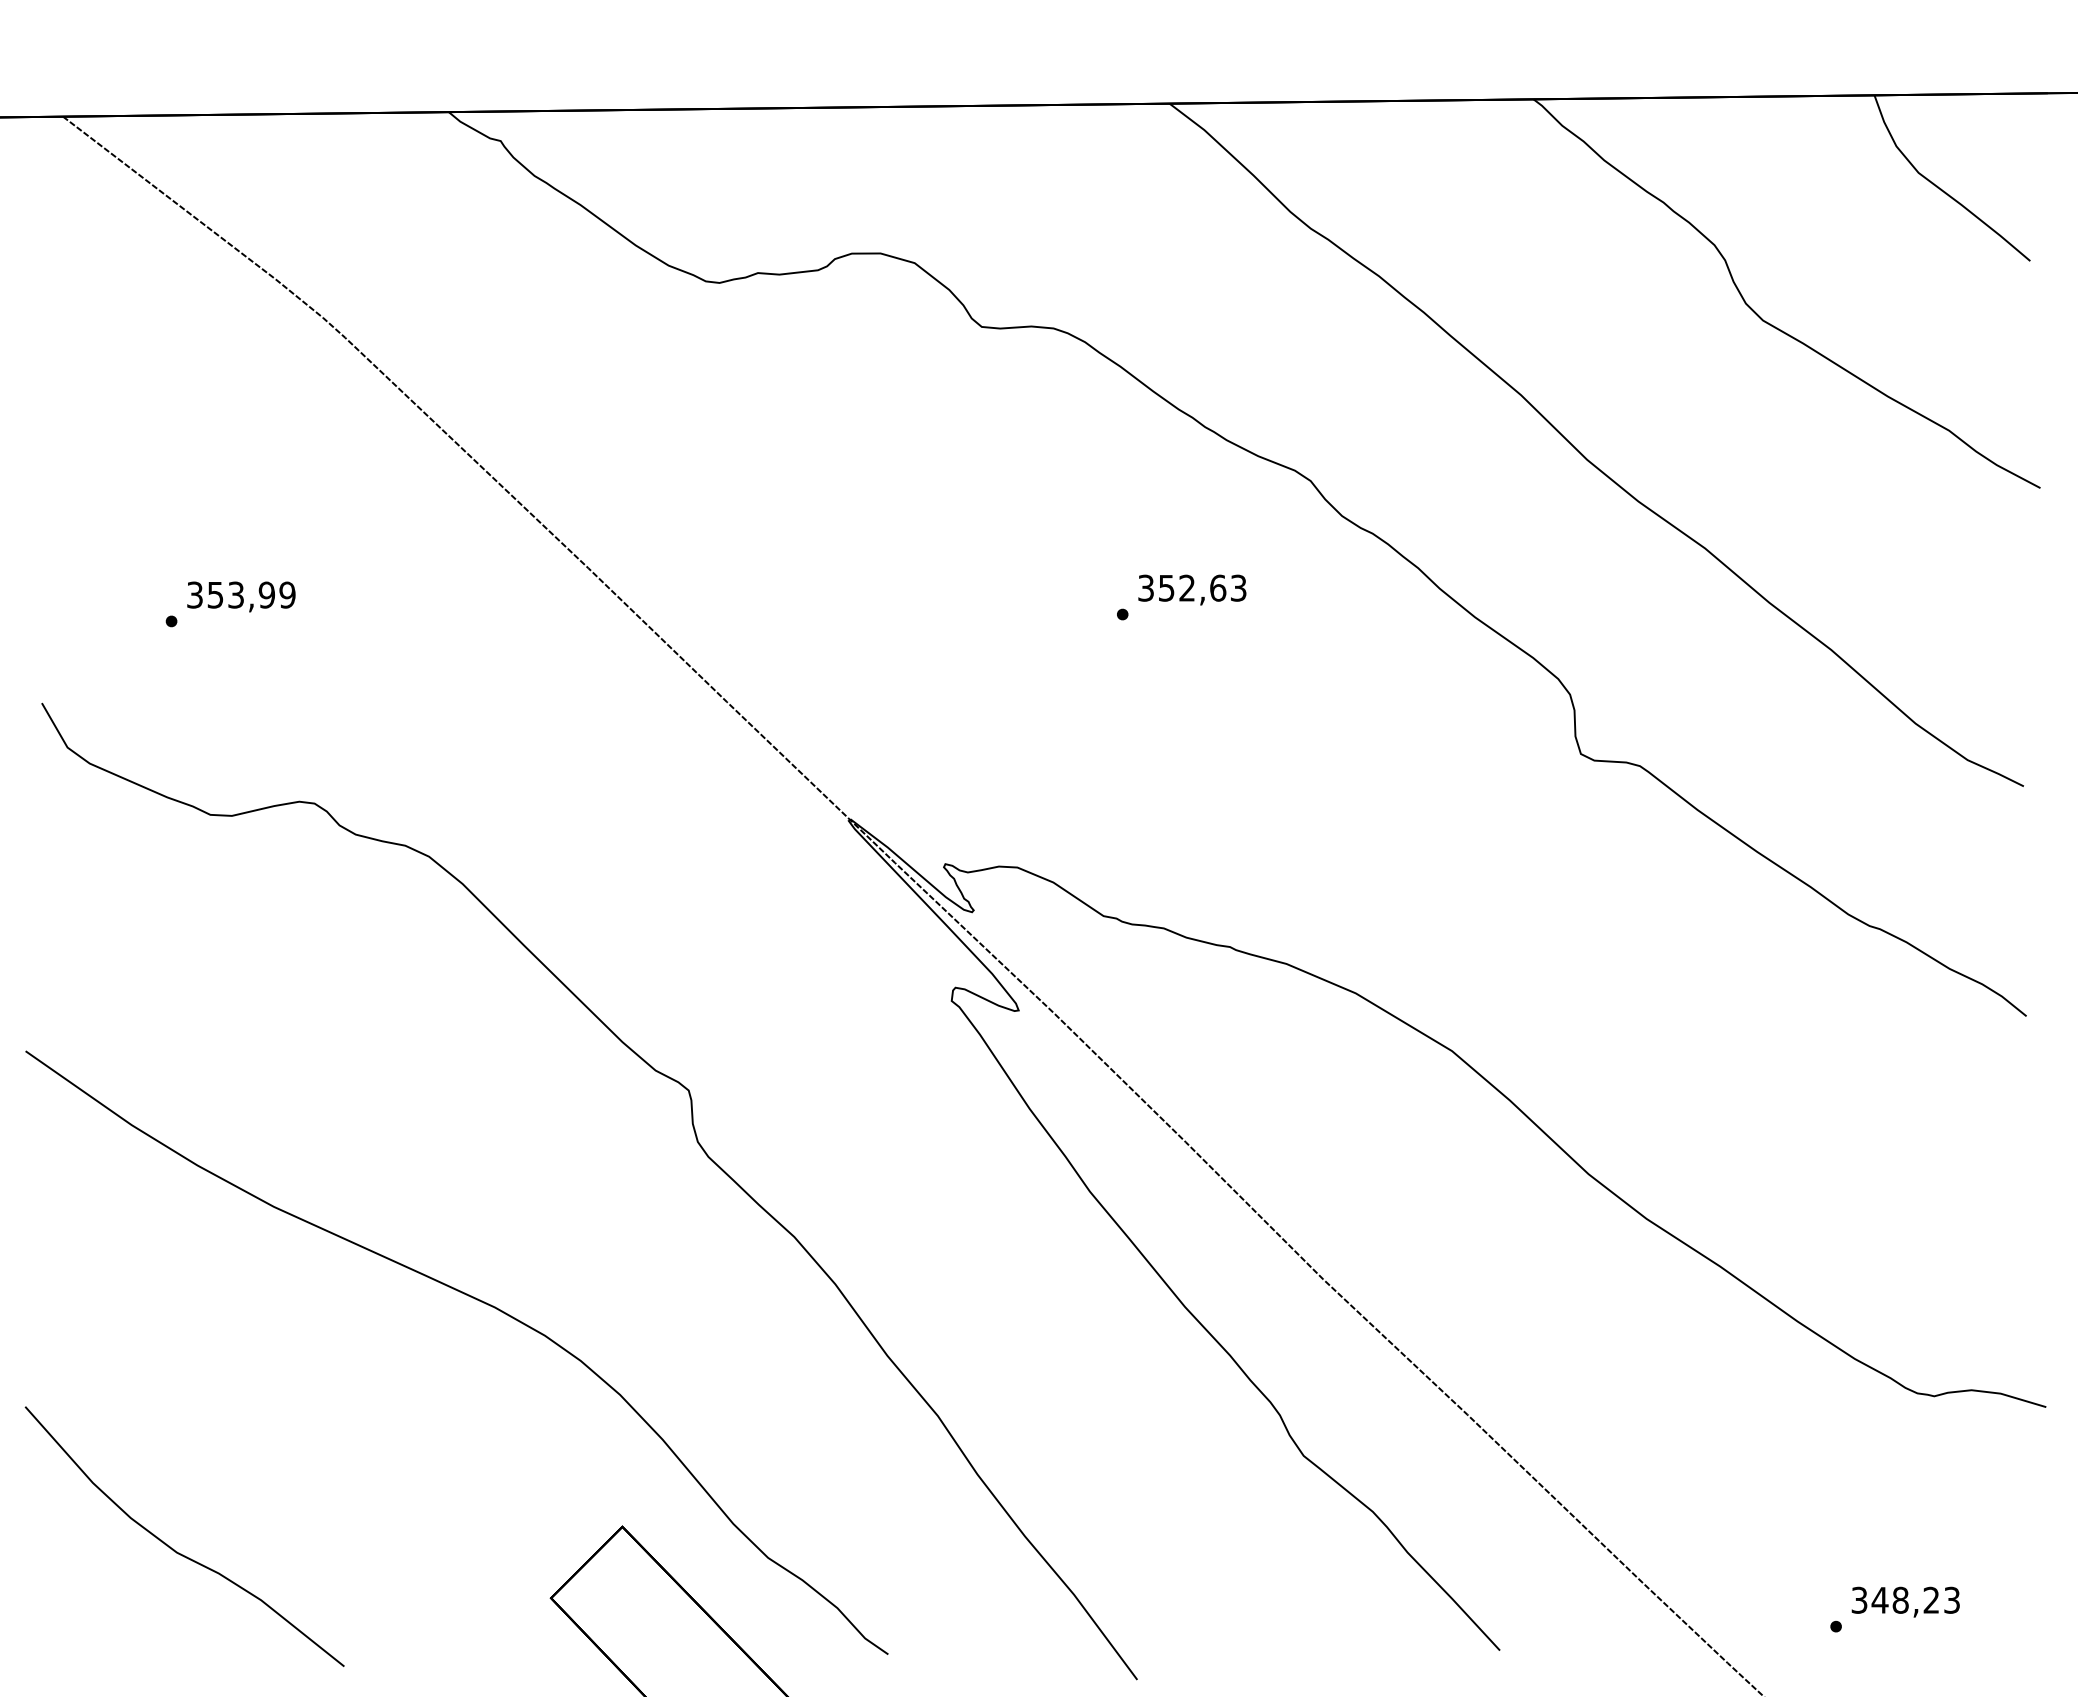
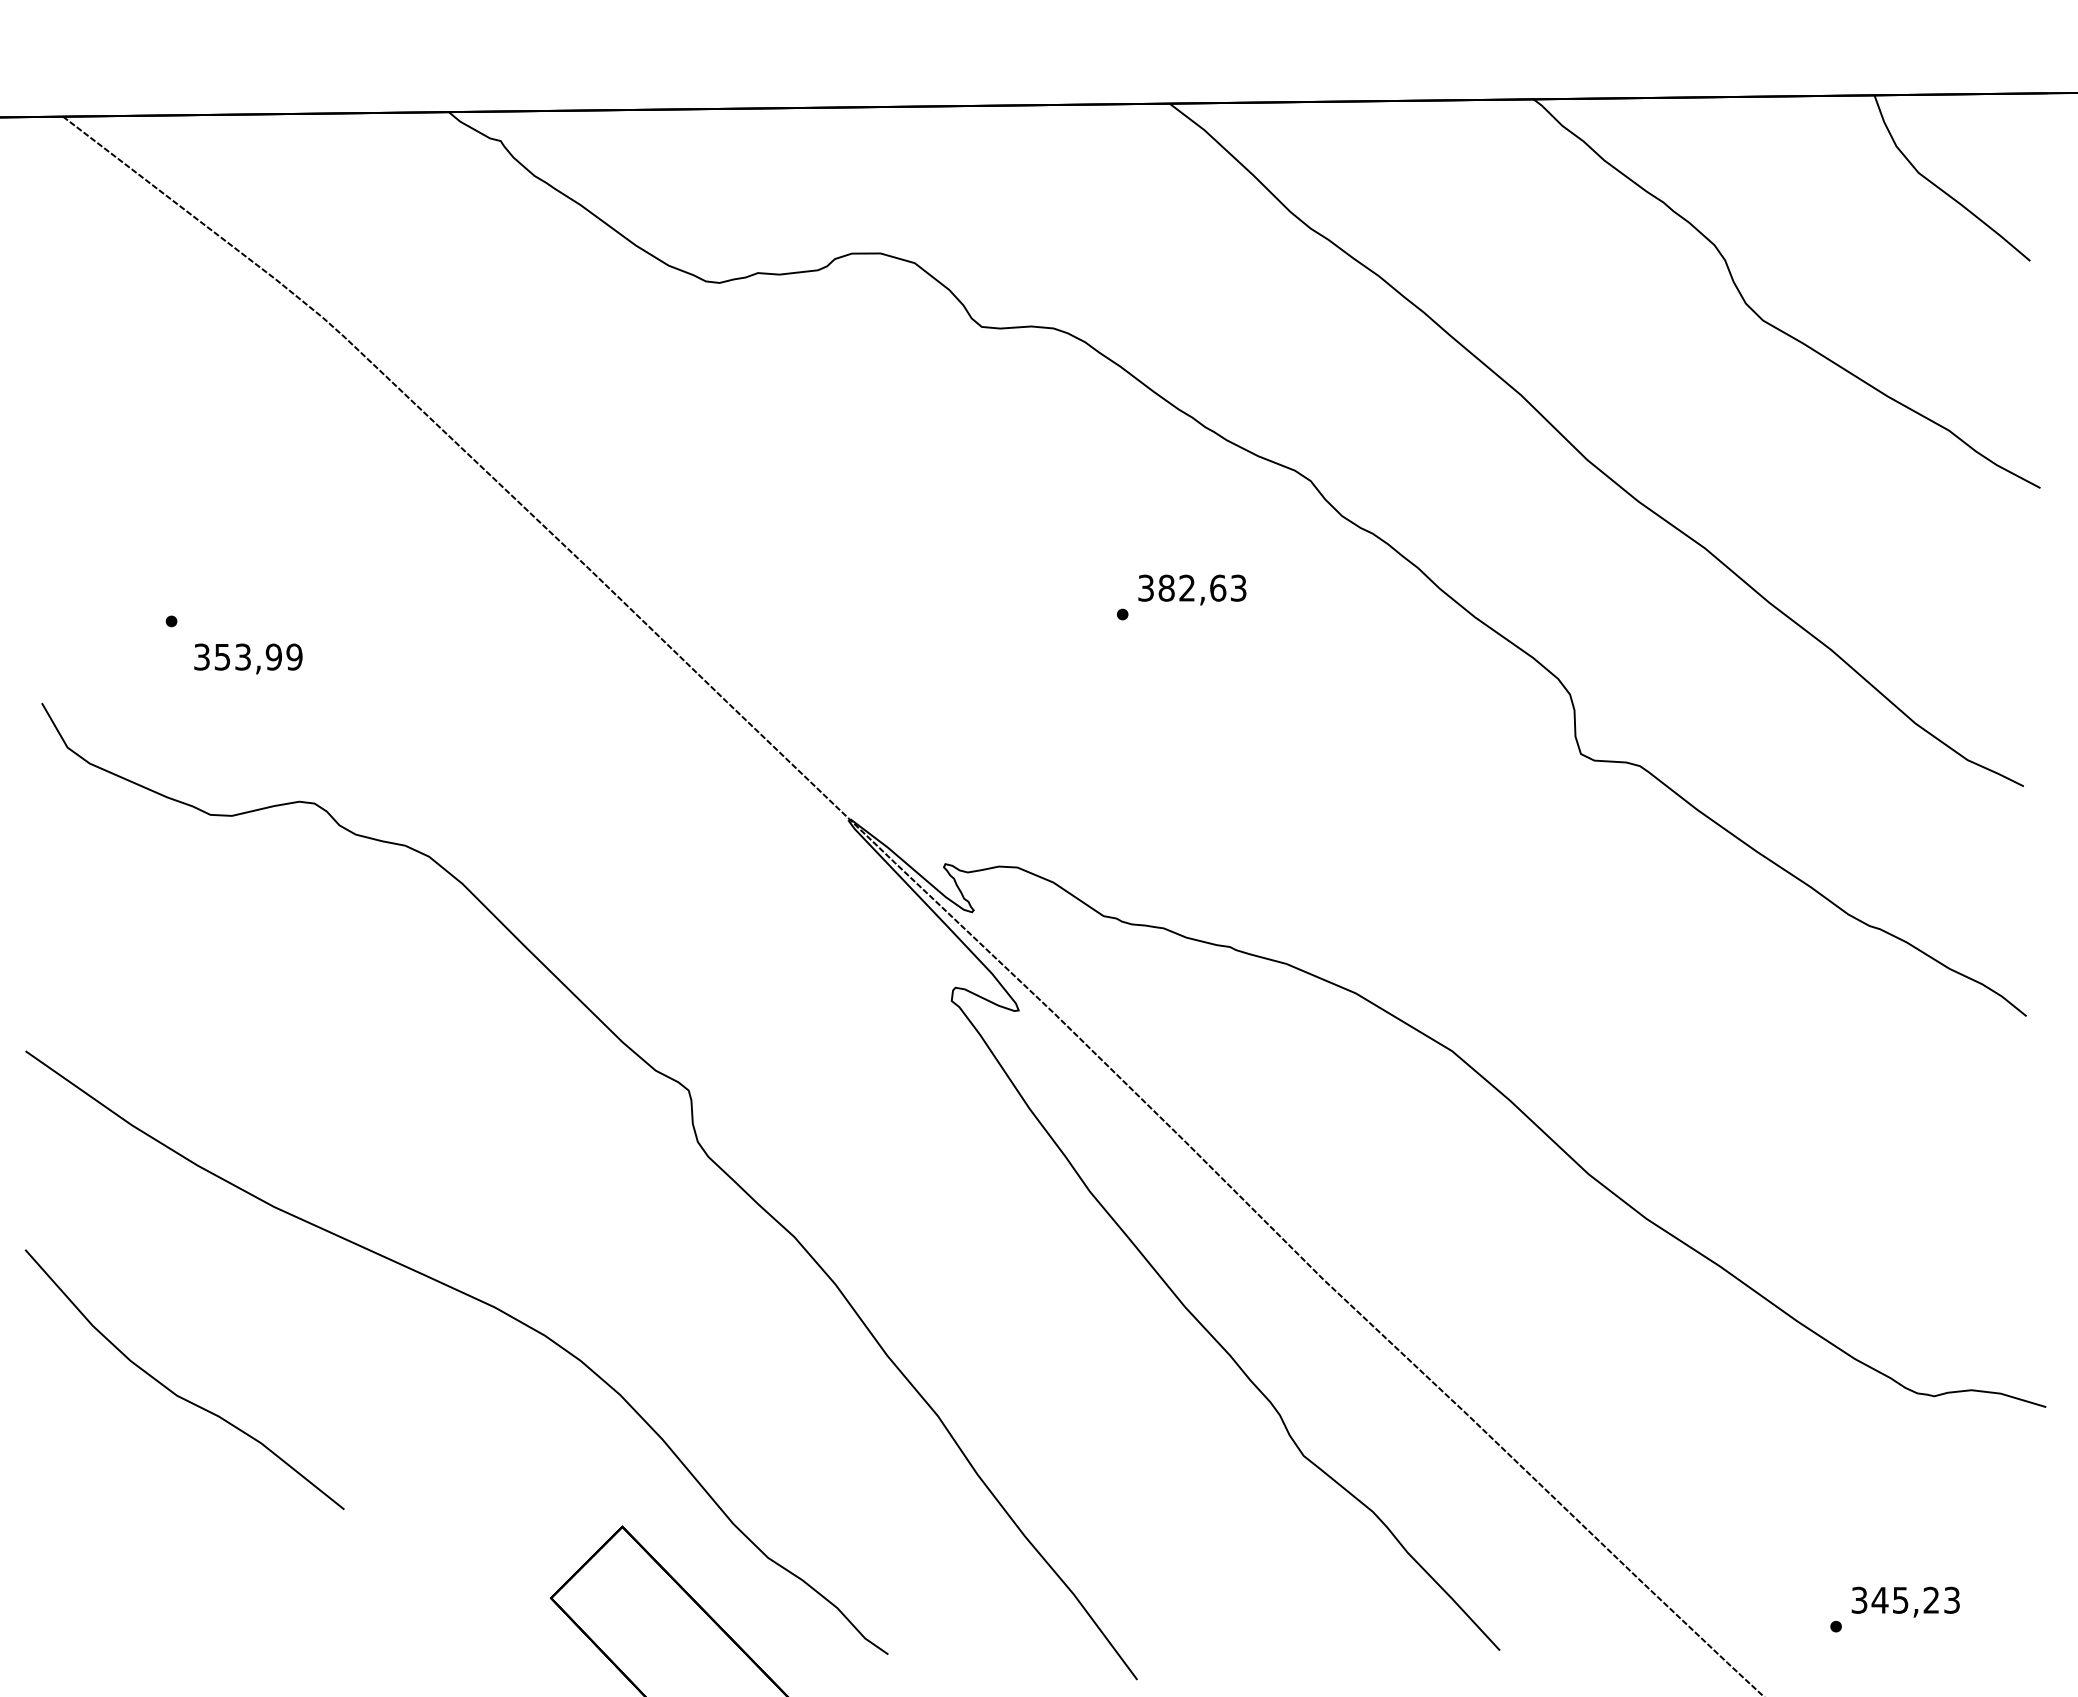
text at (1166, 587): 352,63 -> 382,63
text at (241, 596) position: (241, 596) -> (248, 658)
curve at (173, 1548) position: (173, 1548) -> (173, 1391)
text at (1900, 1599): 348,23 -> 345,23
